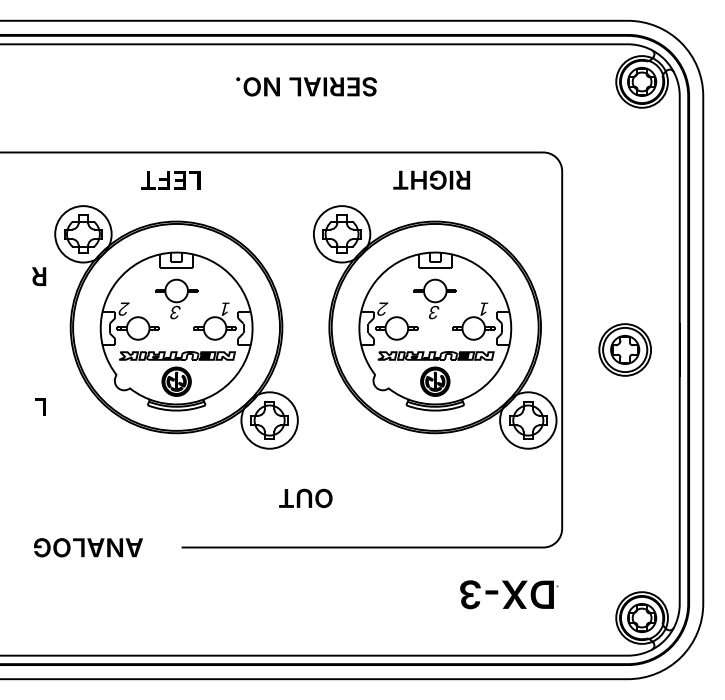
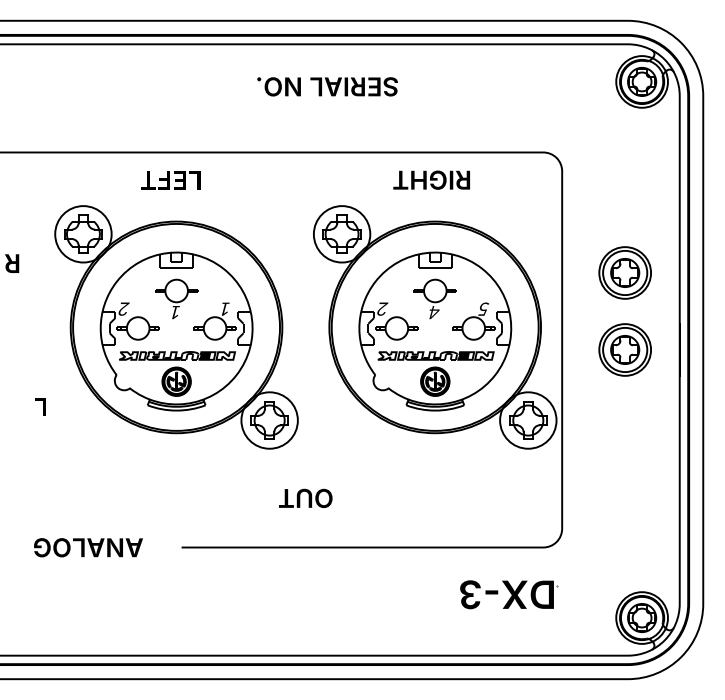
text at (306, 86) position: (306, 86) -> (327, 86)
part at (624, 272): none -> present
text at (39, 276) position: (39, 276) -> (12, 263)
text at (483, 308): 1 -> 5
text at (175, 312): 3 -> 1
text at (434, 312): 3 -> 4
